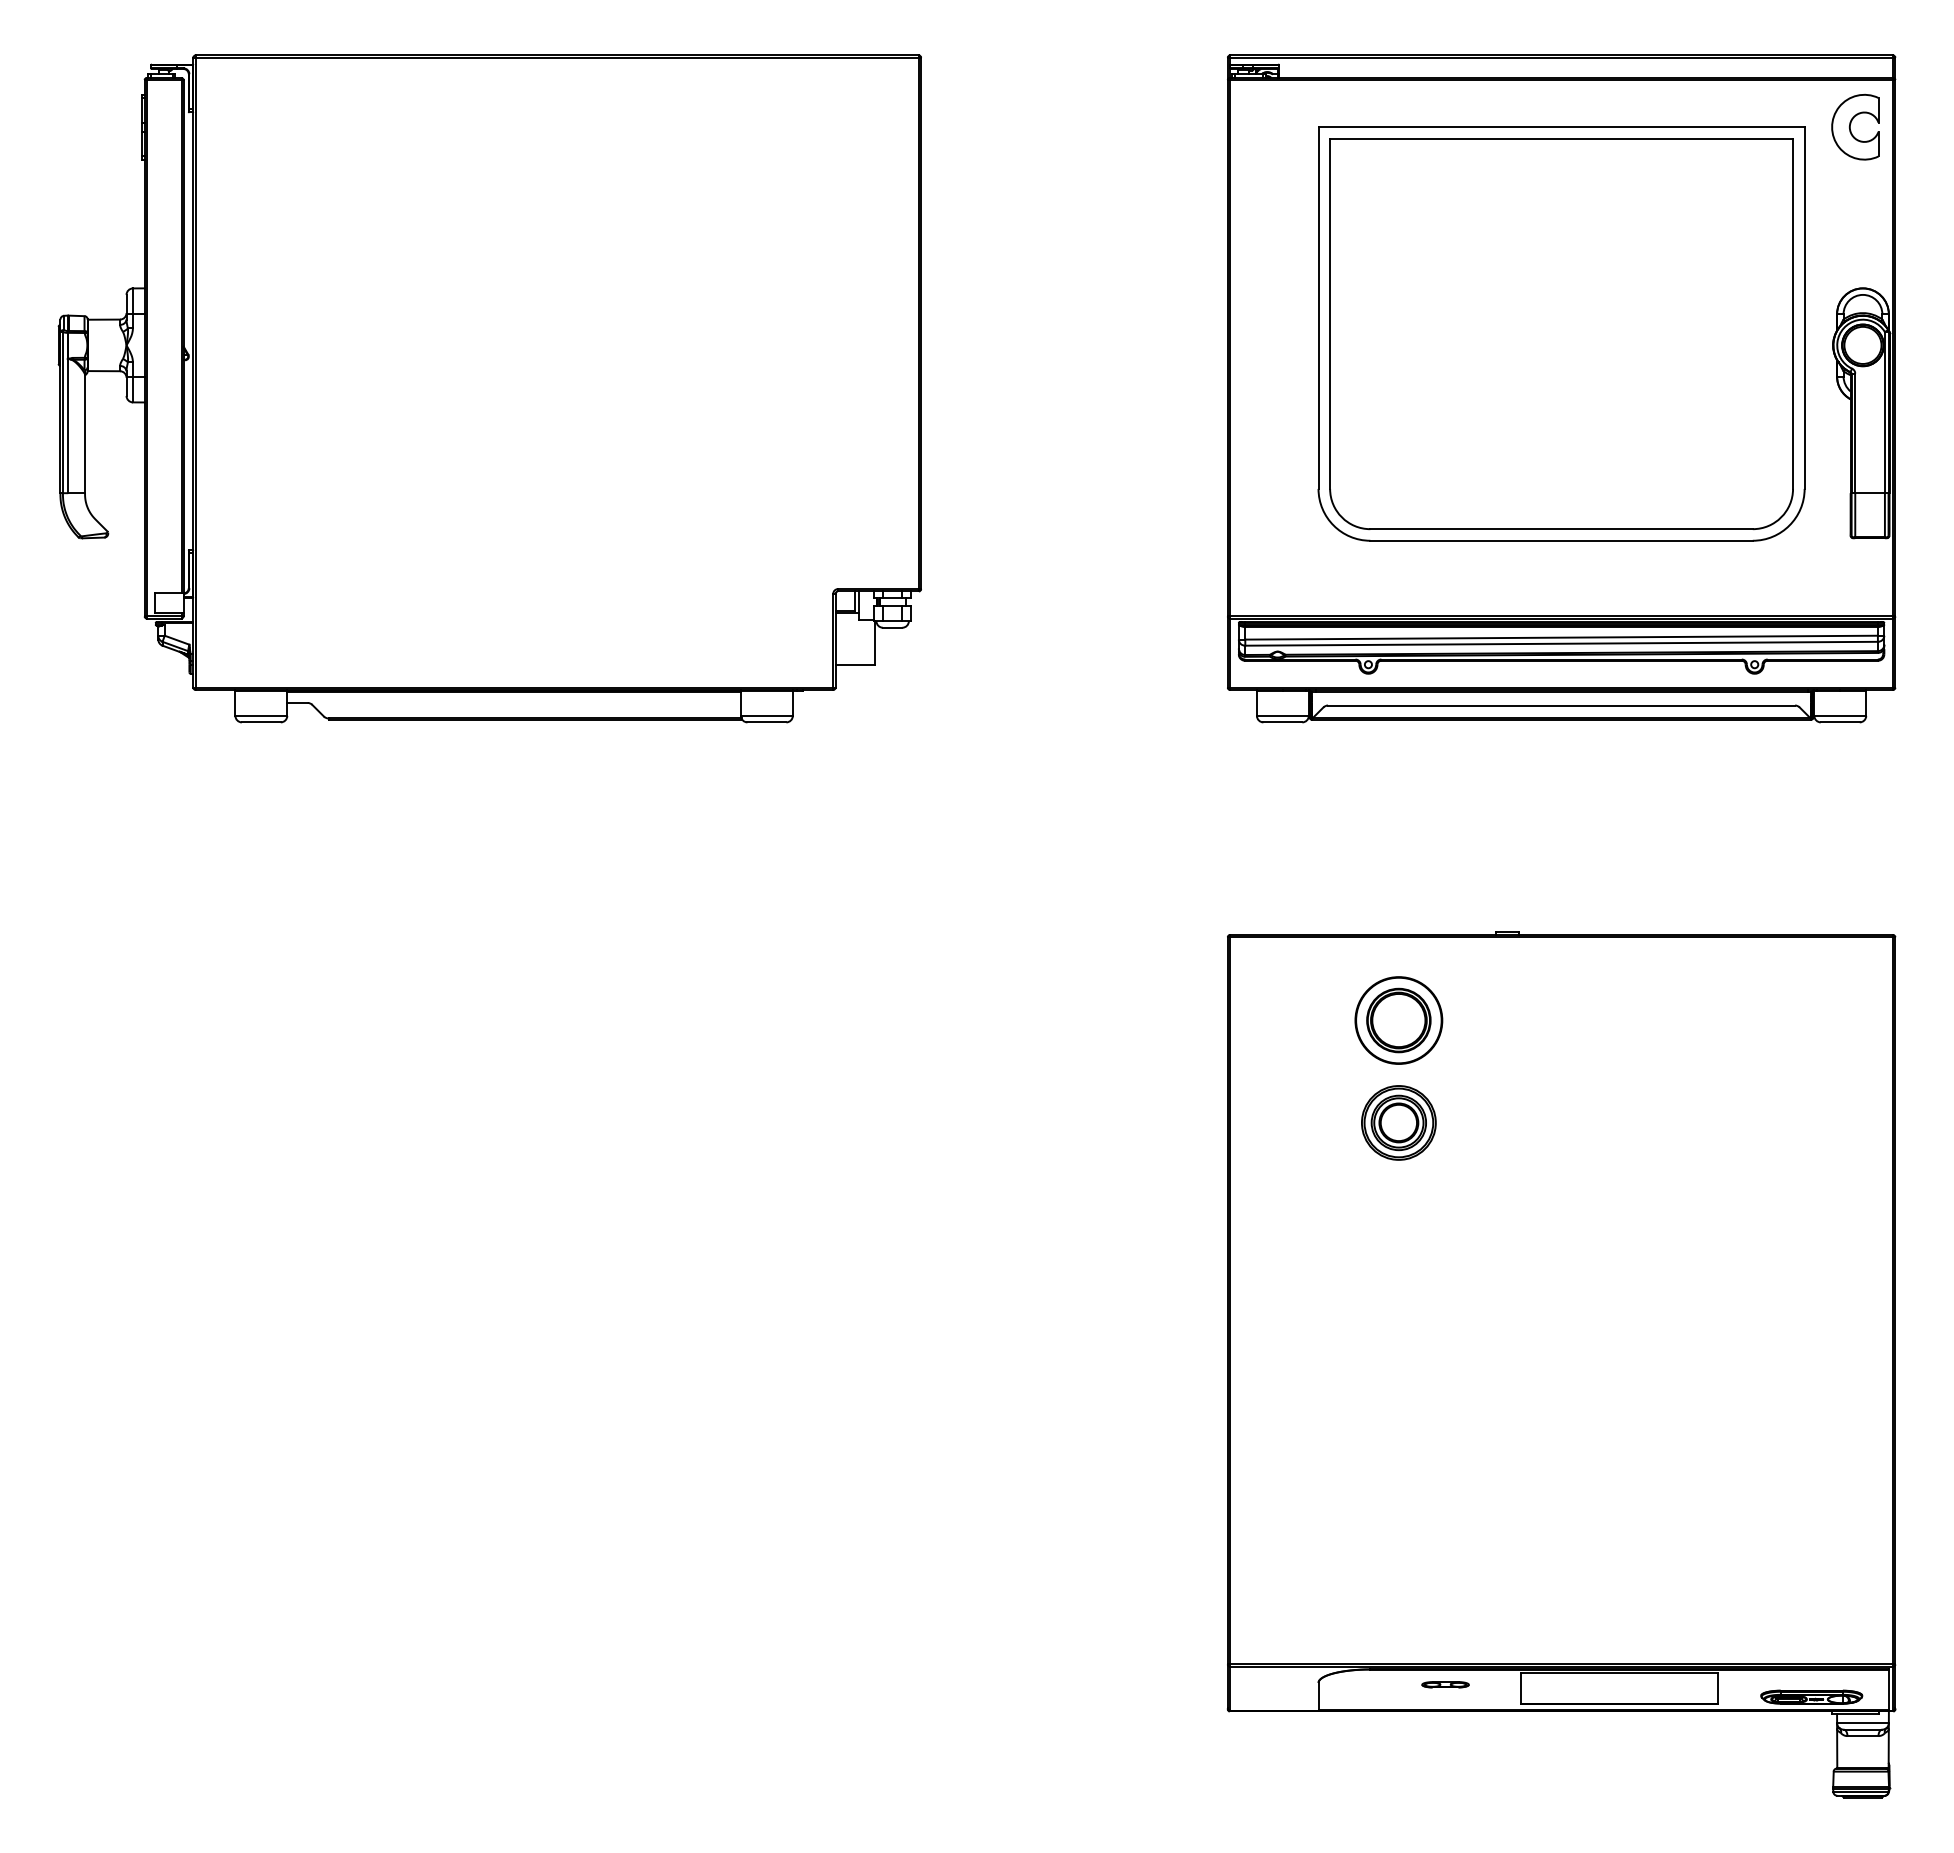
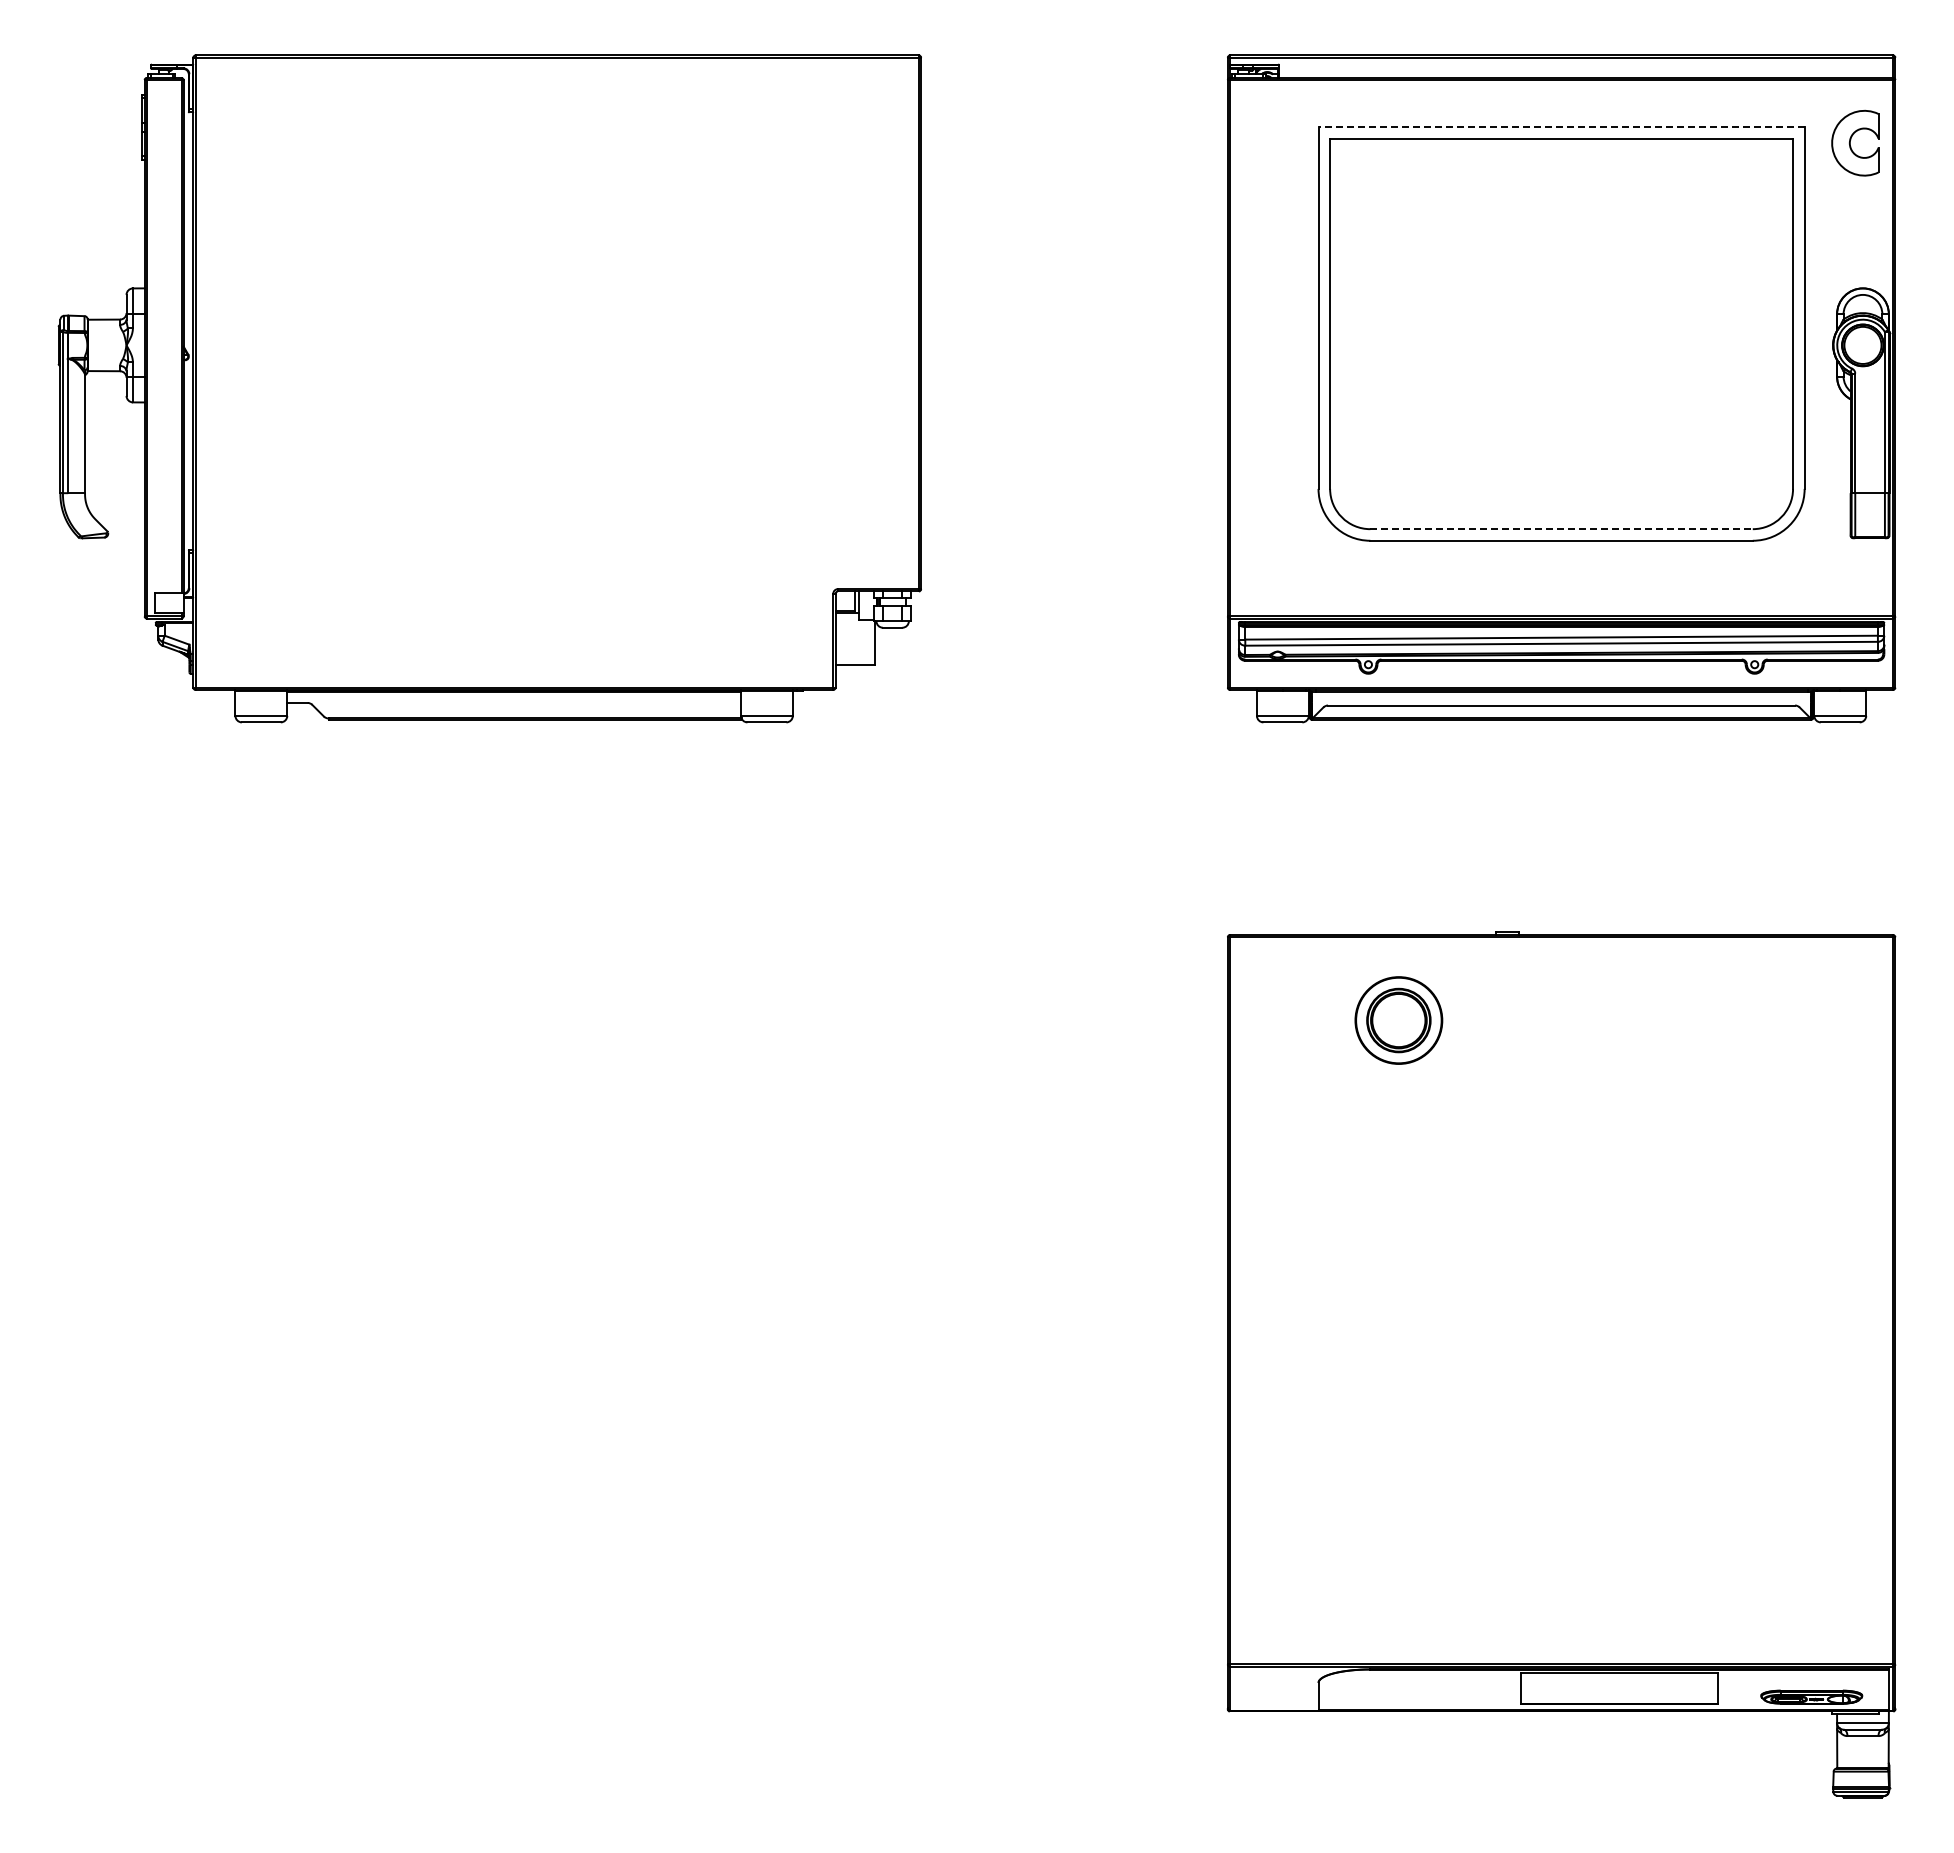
part at (1855, 126) position: (1855, 126) -> (1855, 142)
line at (1561, 127): solid -> dashed
line at (1562, 529): solid -> dashed
part at (1398, 1122): present -> none
part at (1445, 1684): present -> none
